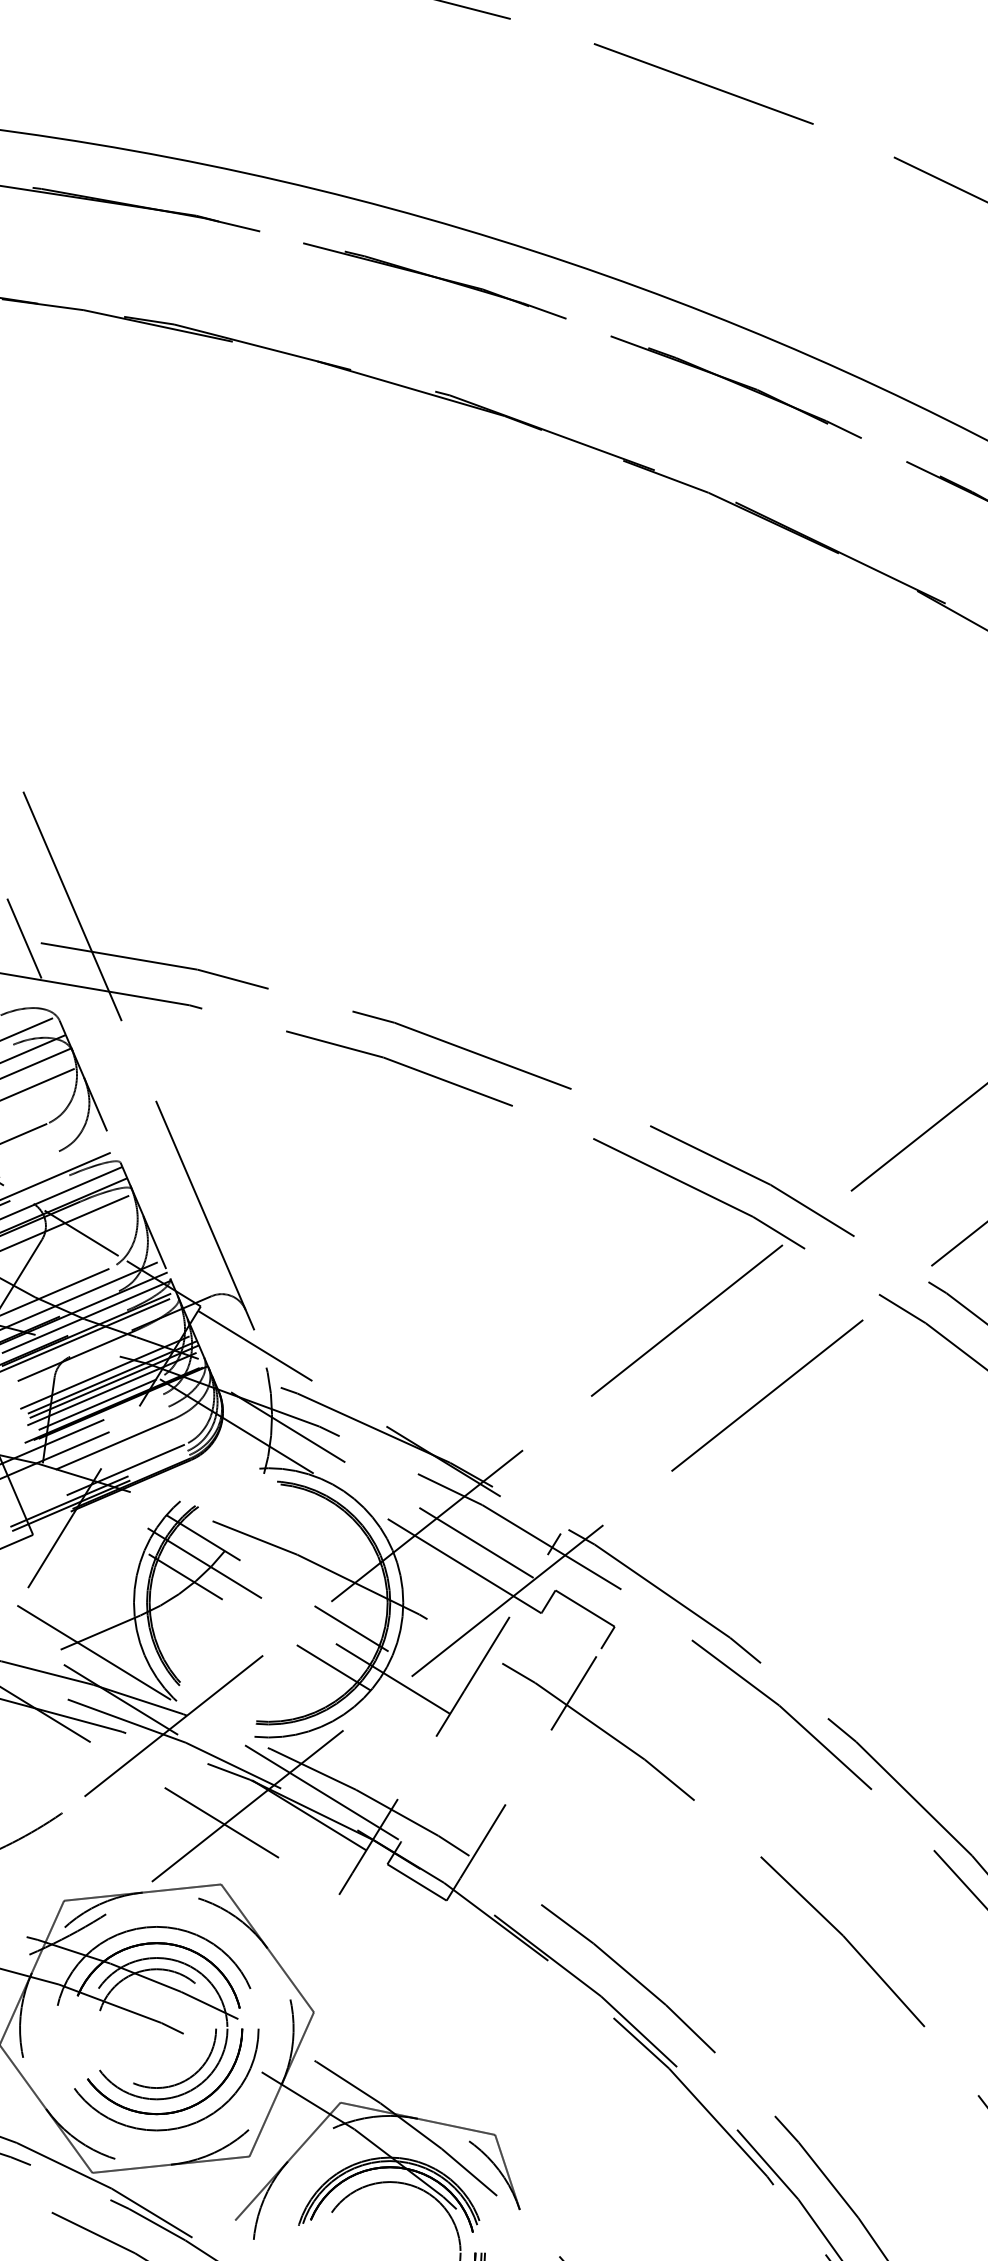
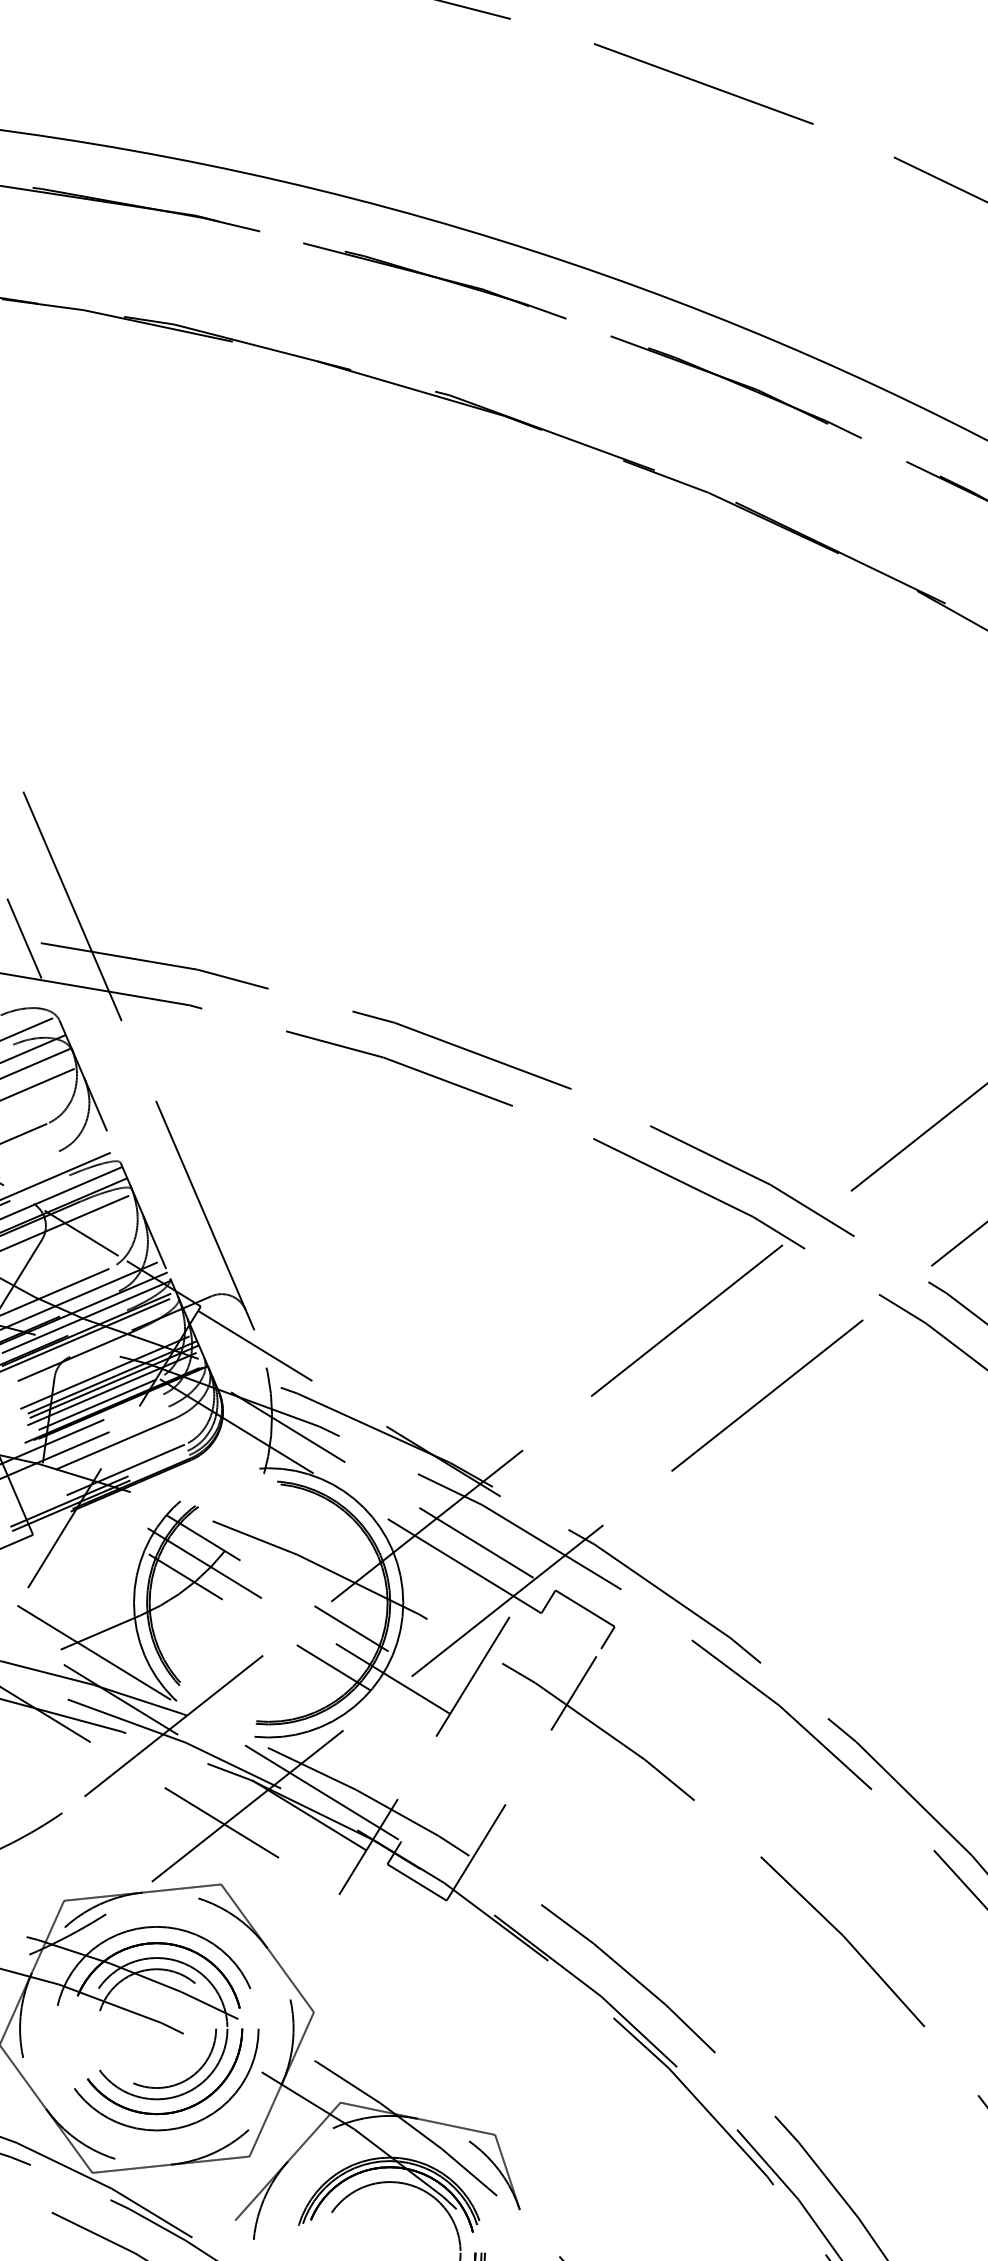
line at (553, 1544): present -> none
